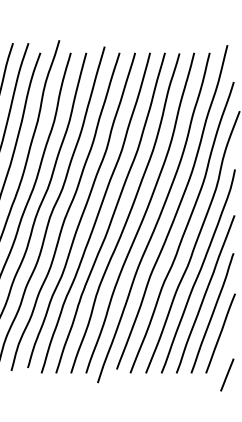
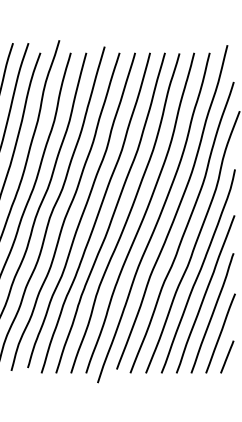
line at (227, 374) position: (227, 374) -> (227, 356)
